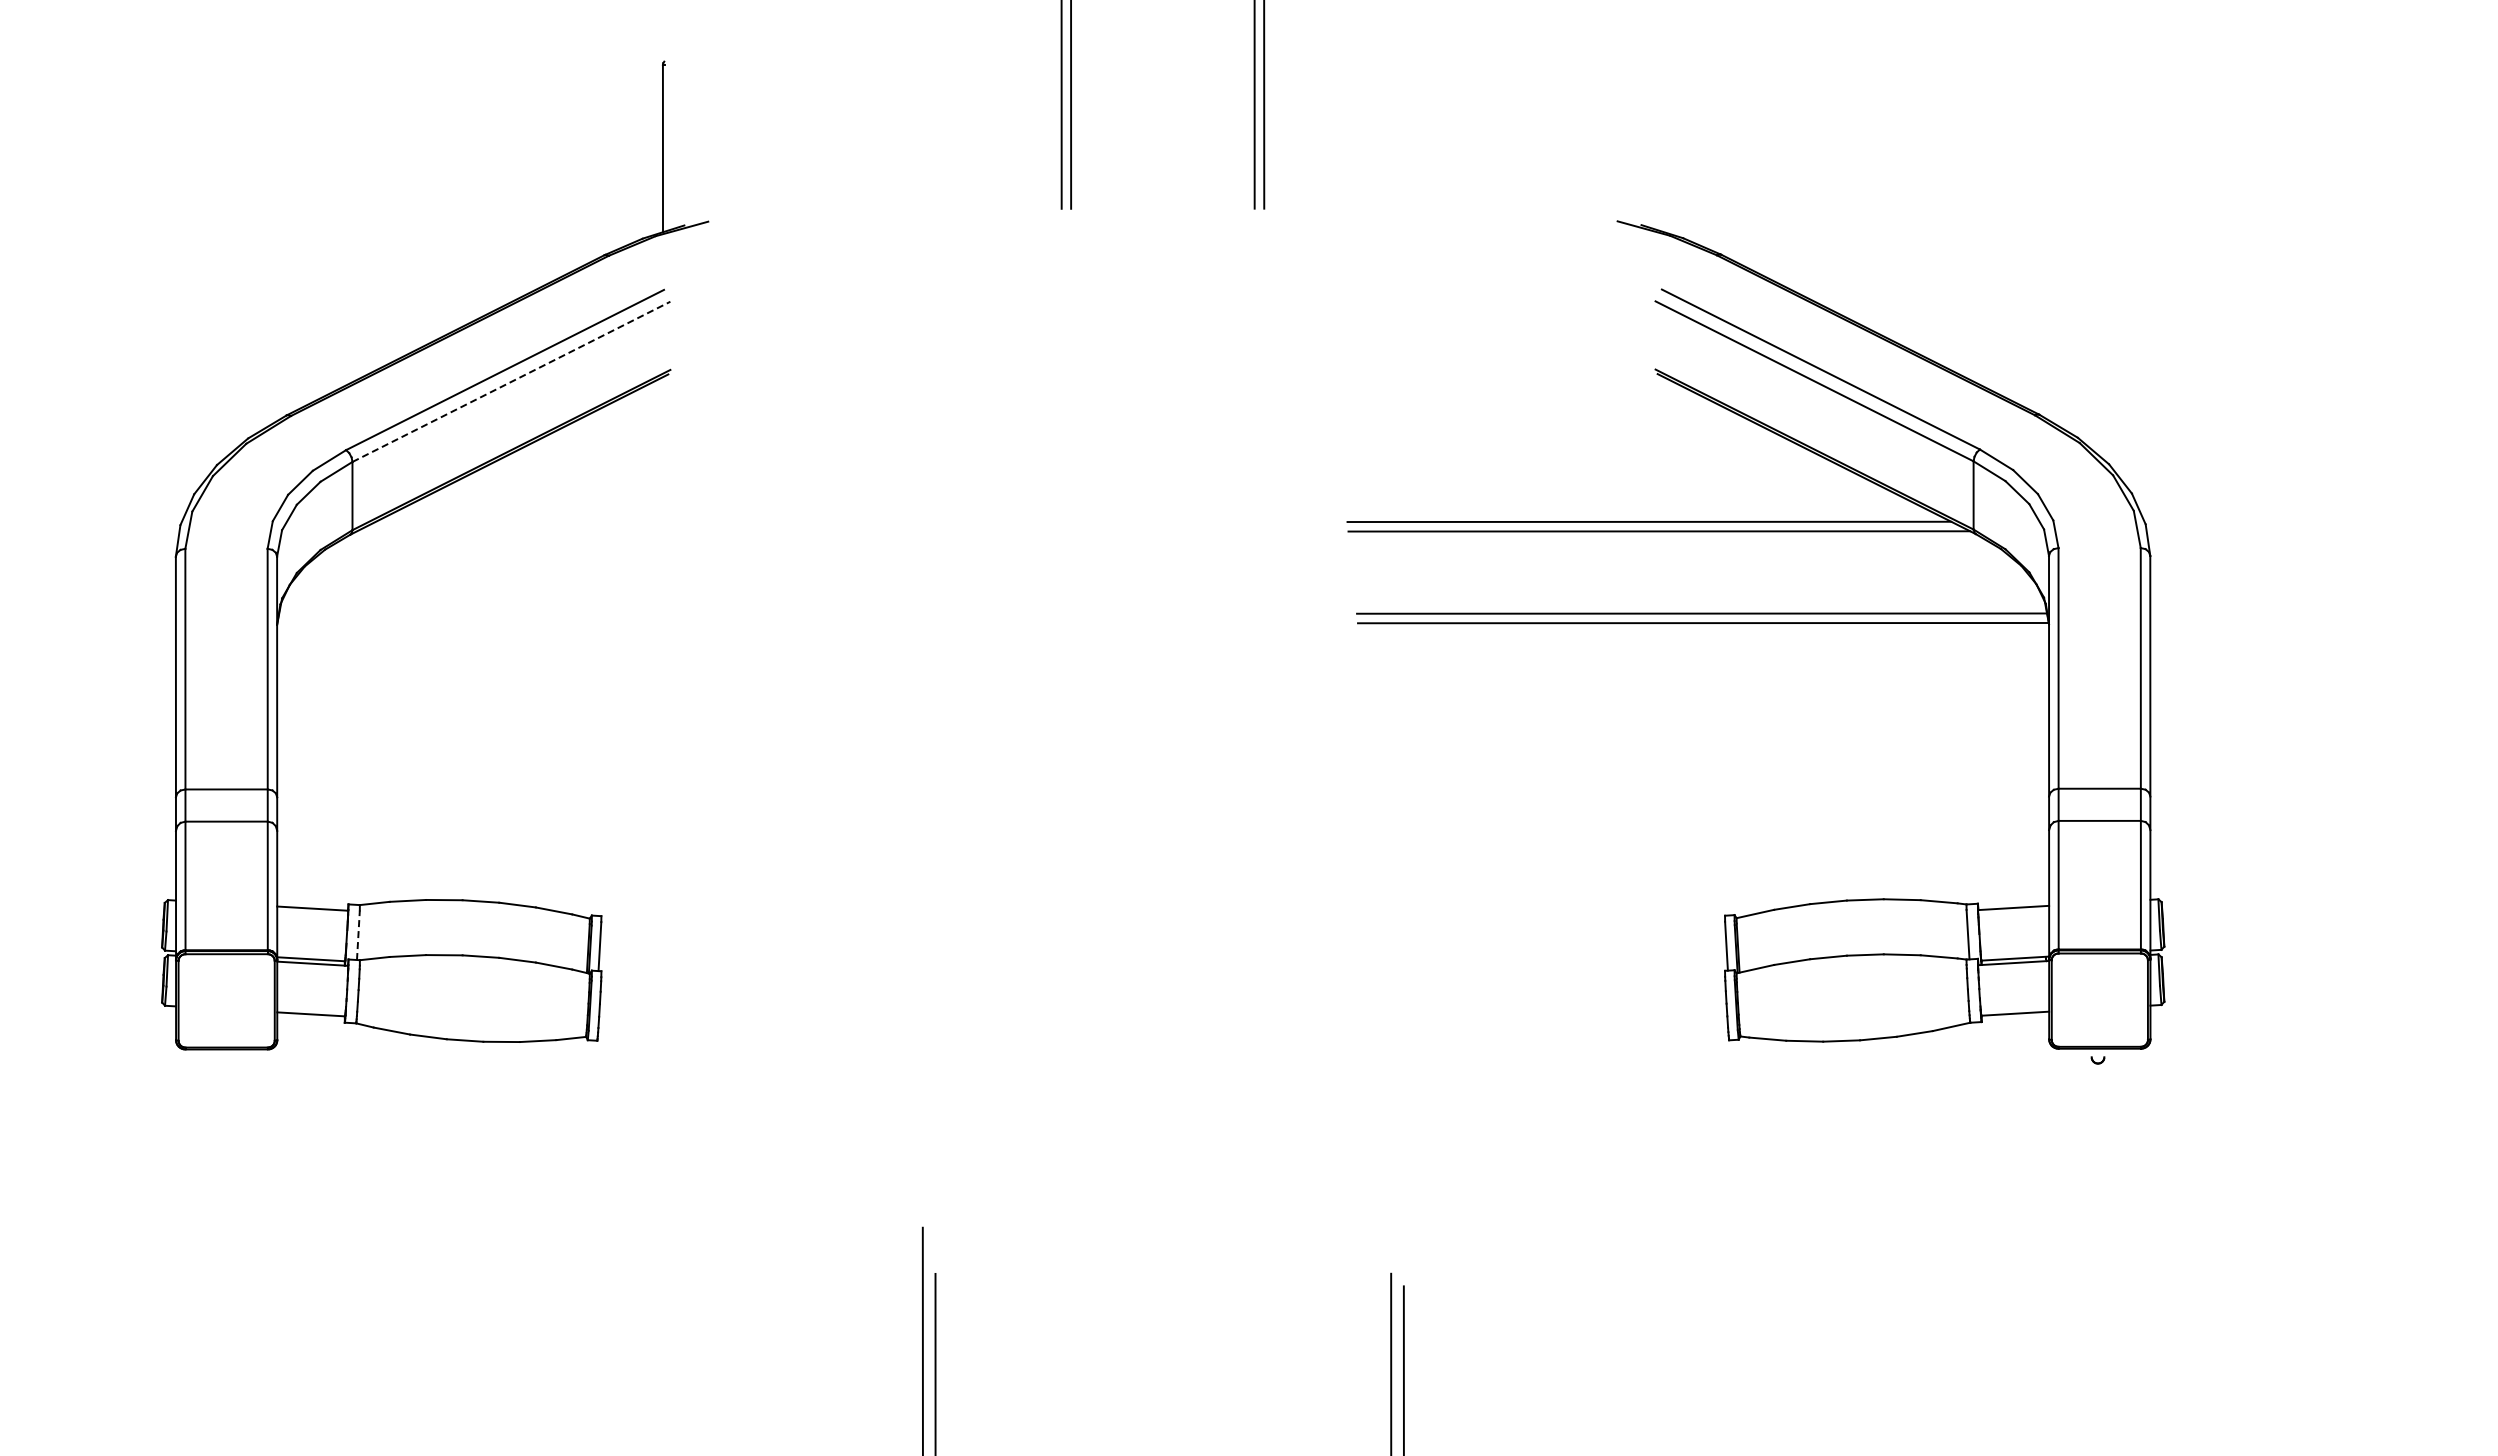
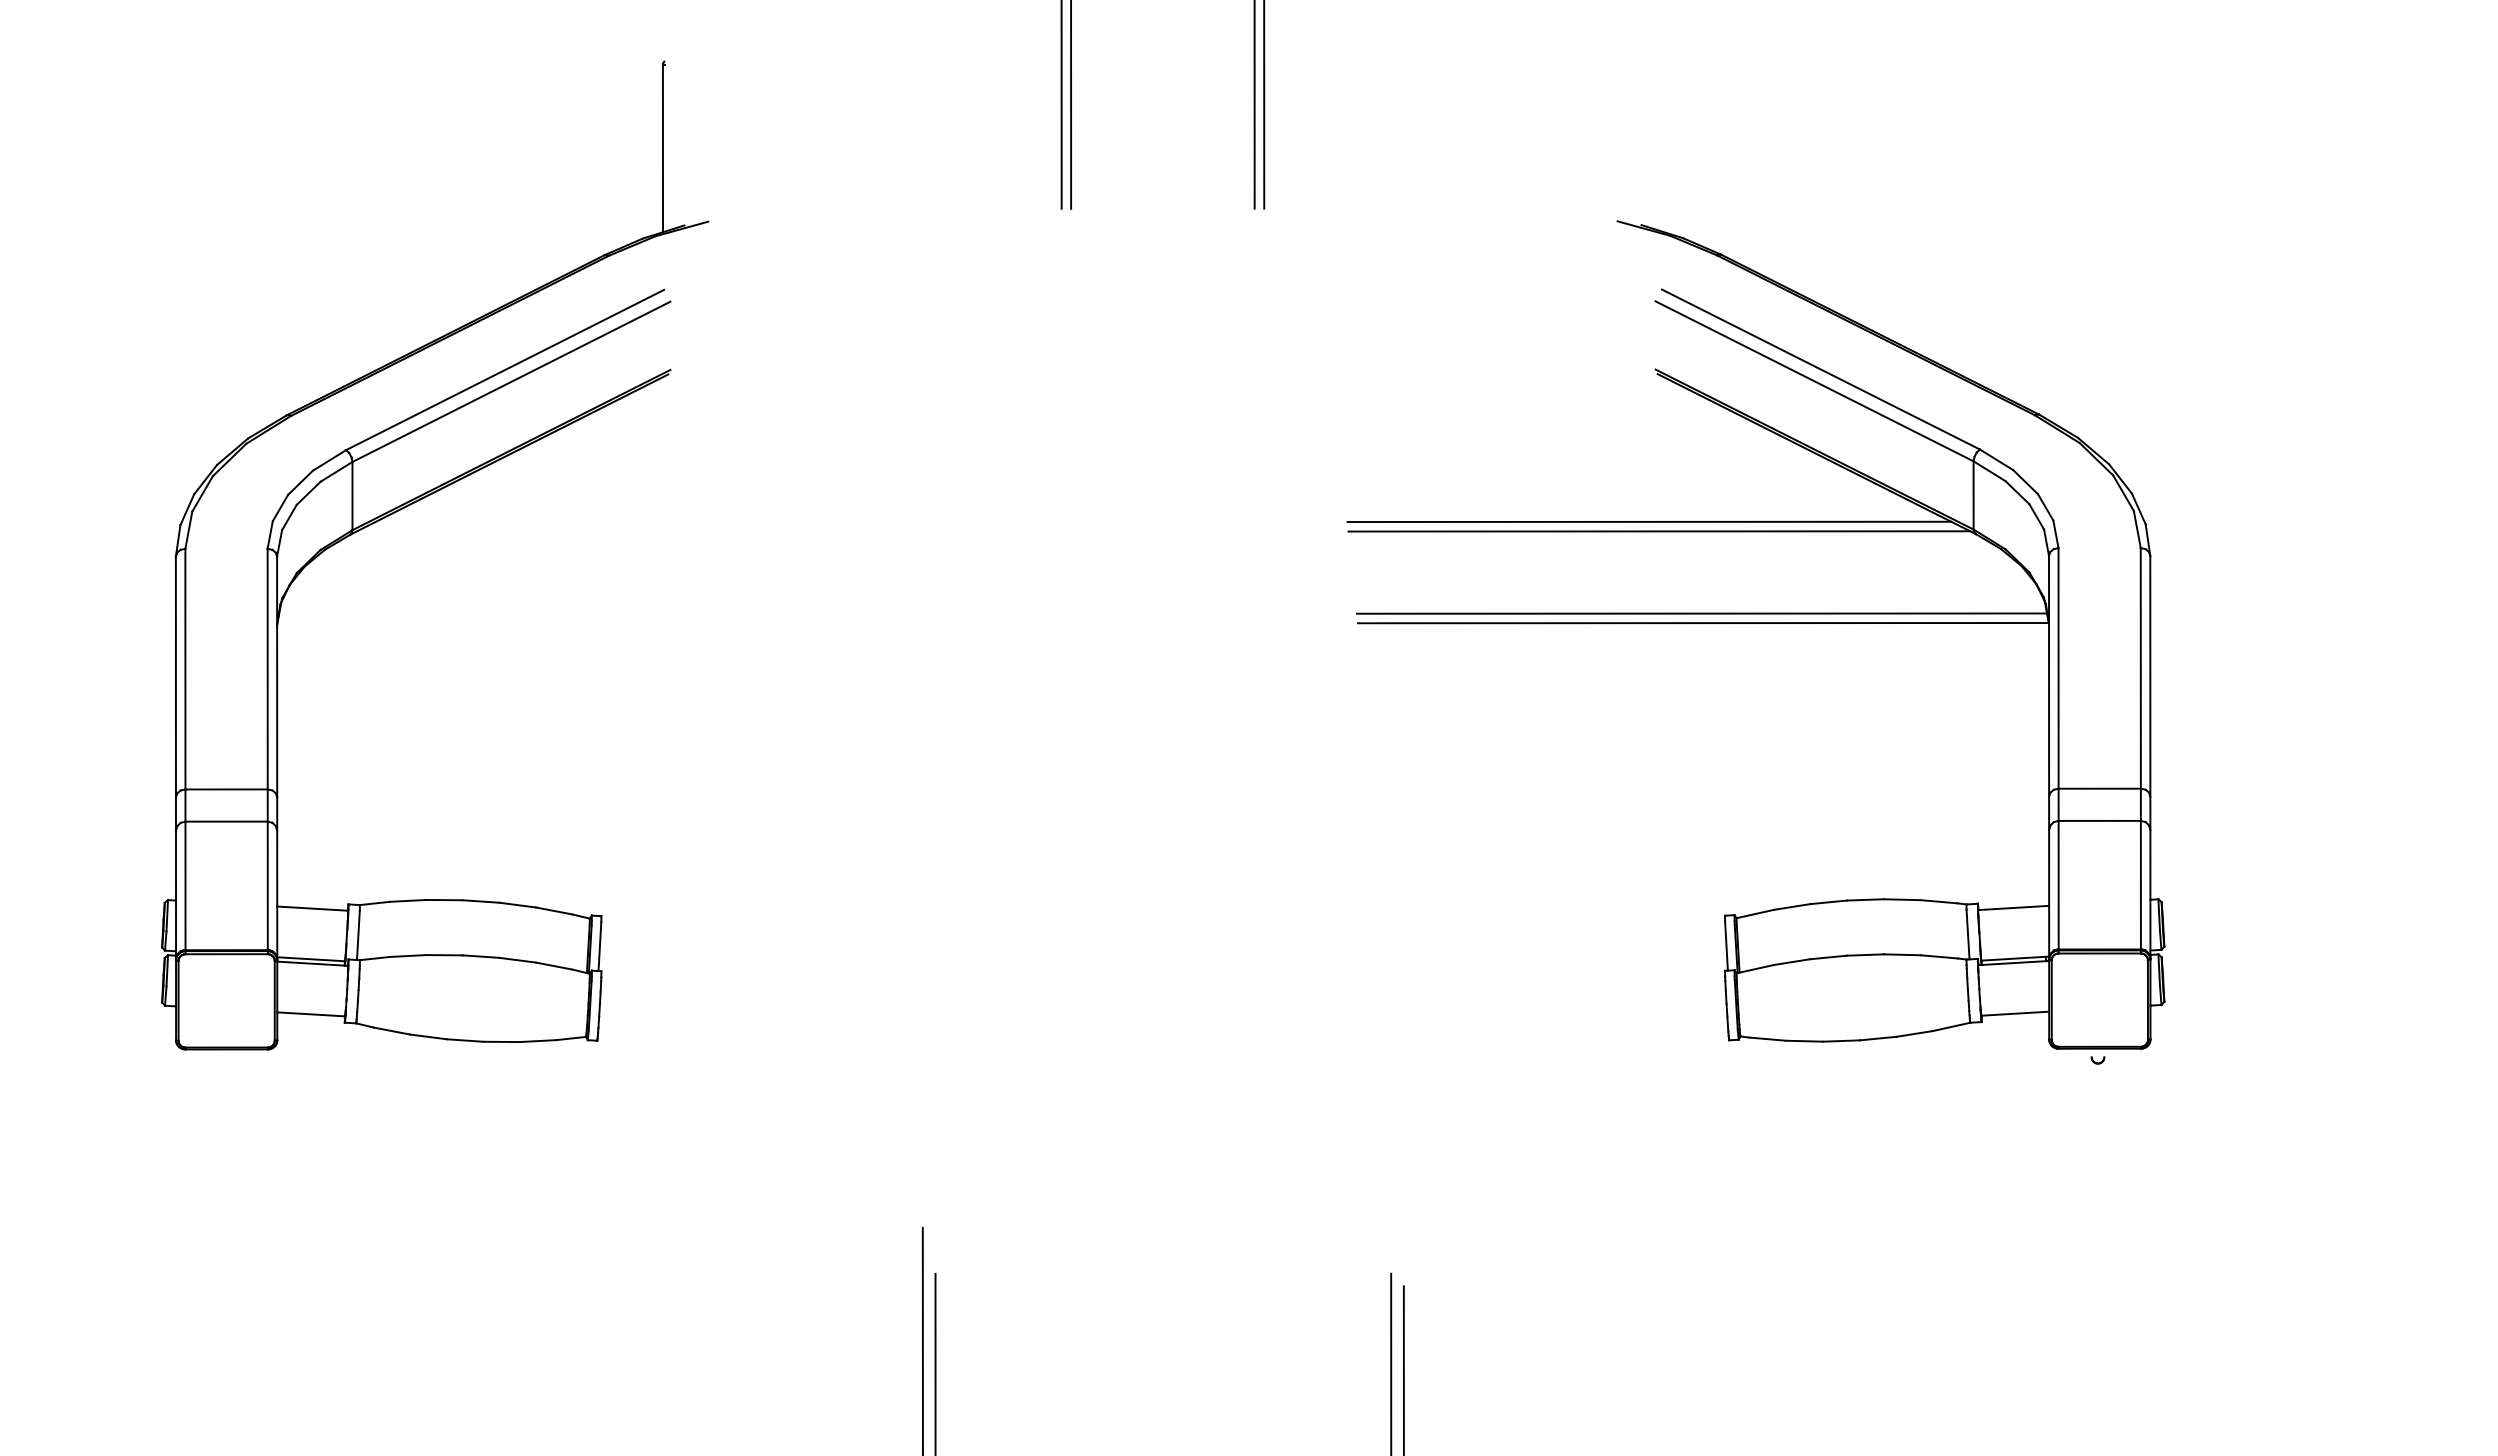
line at (511, 381): dashed -> solid
line at (358, 935): dashed -> solid
